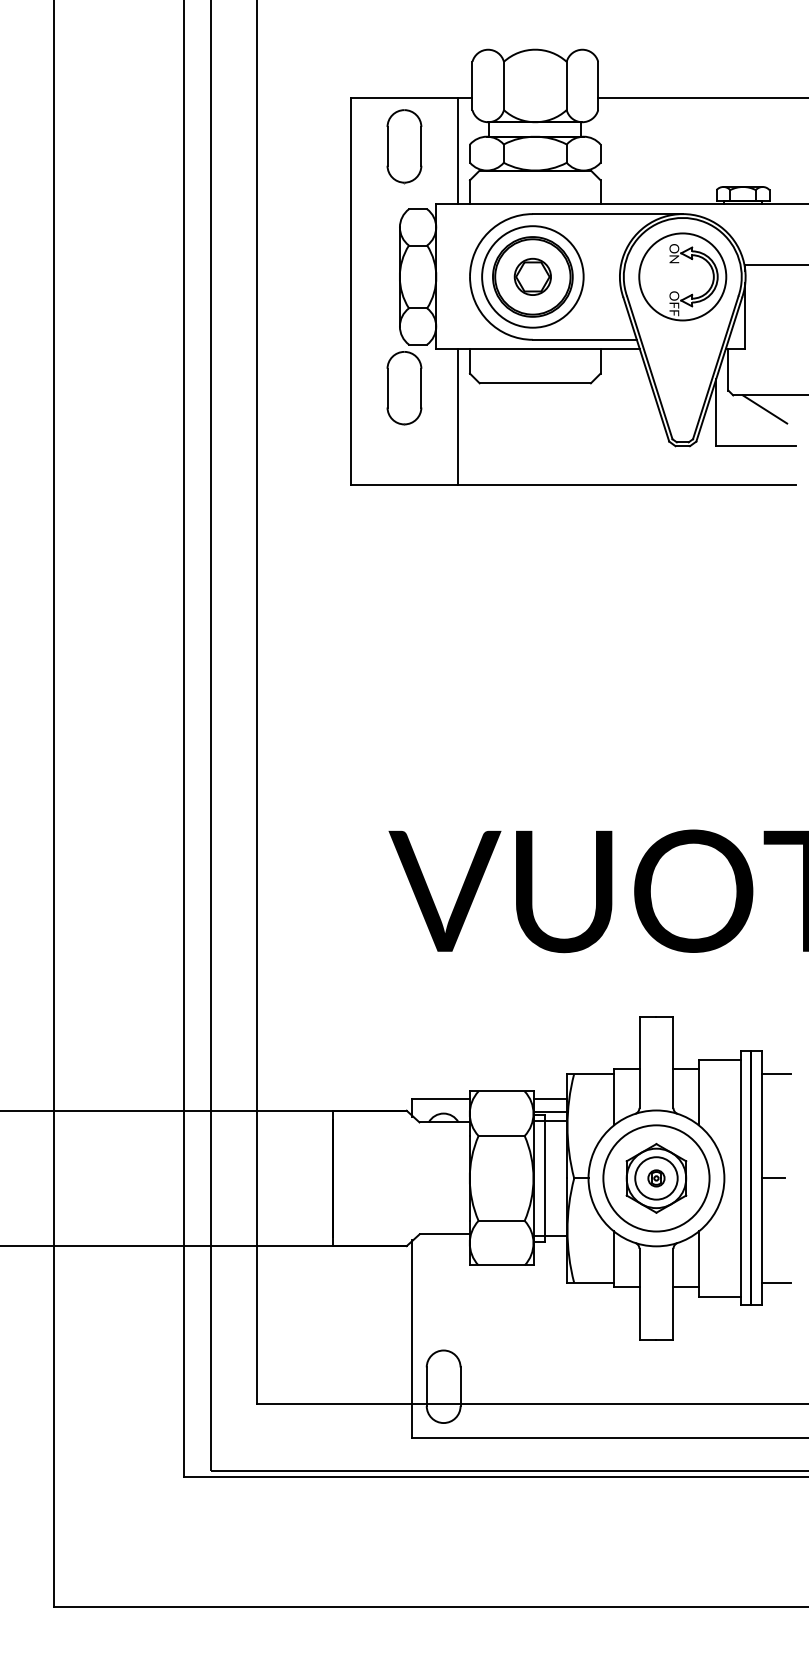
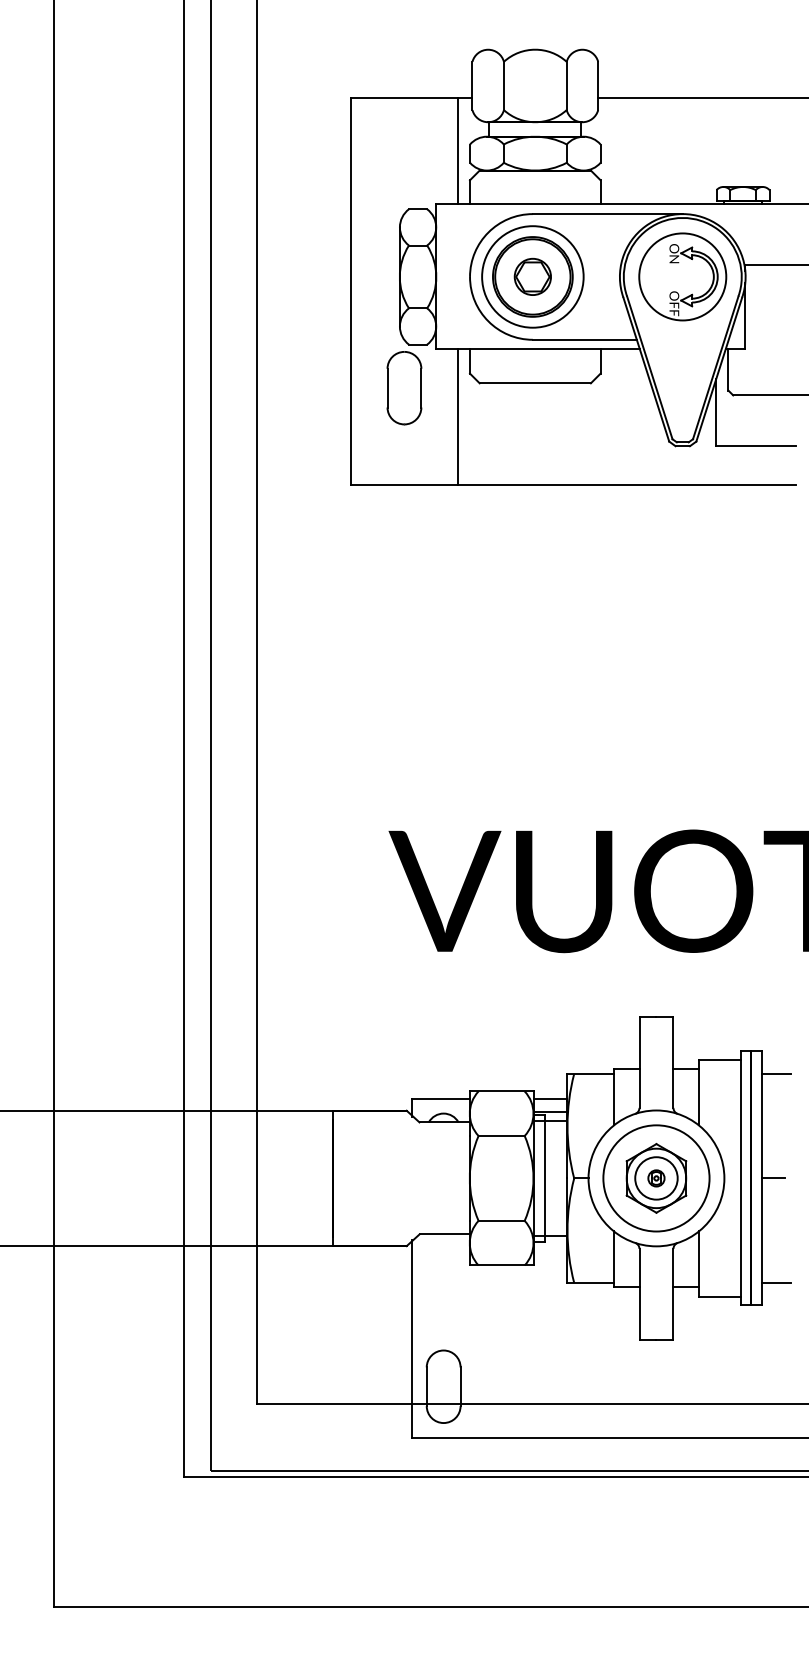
part at (404, 146): present -> none
line at (764, 409): present -> none
